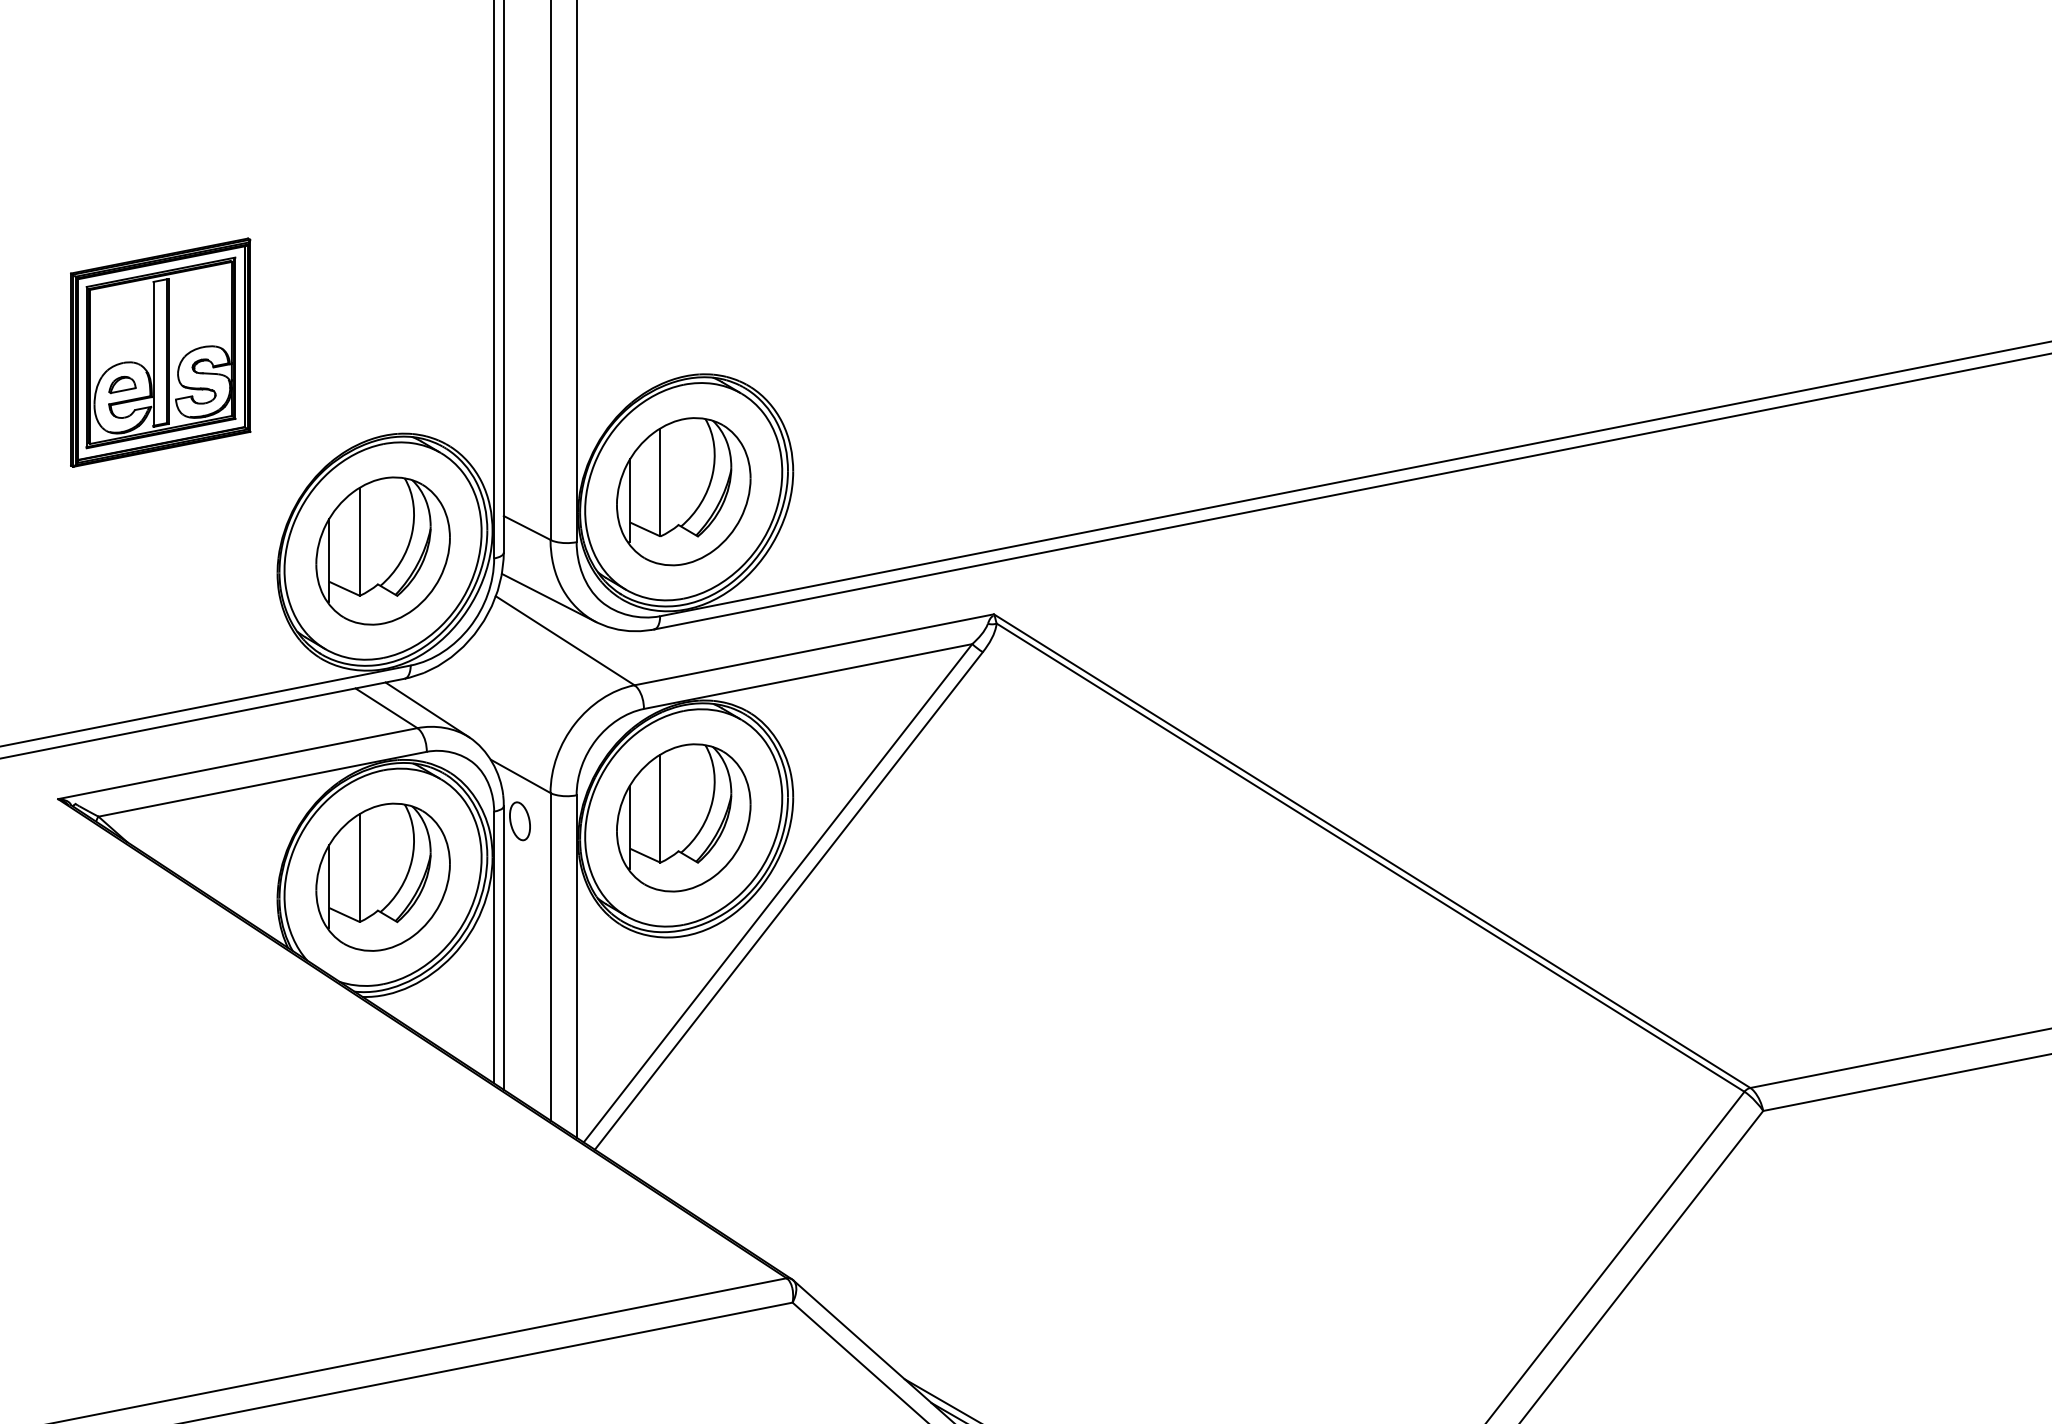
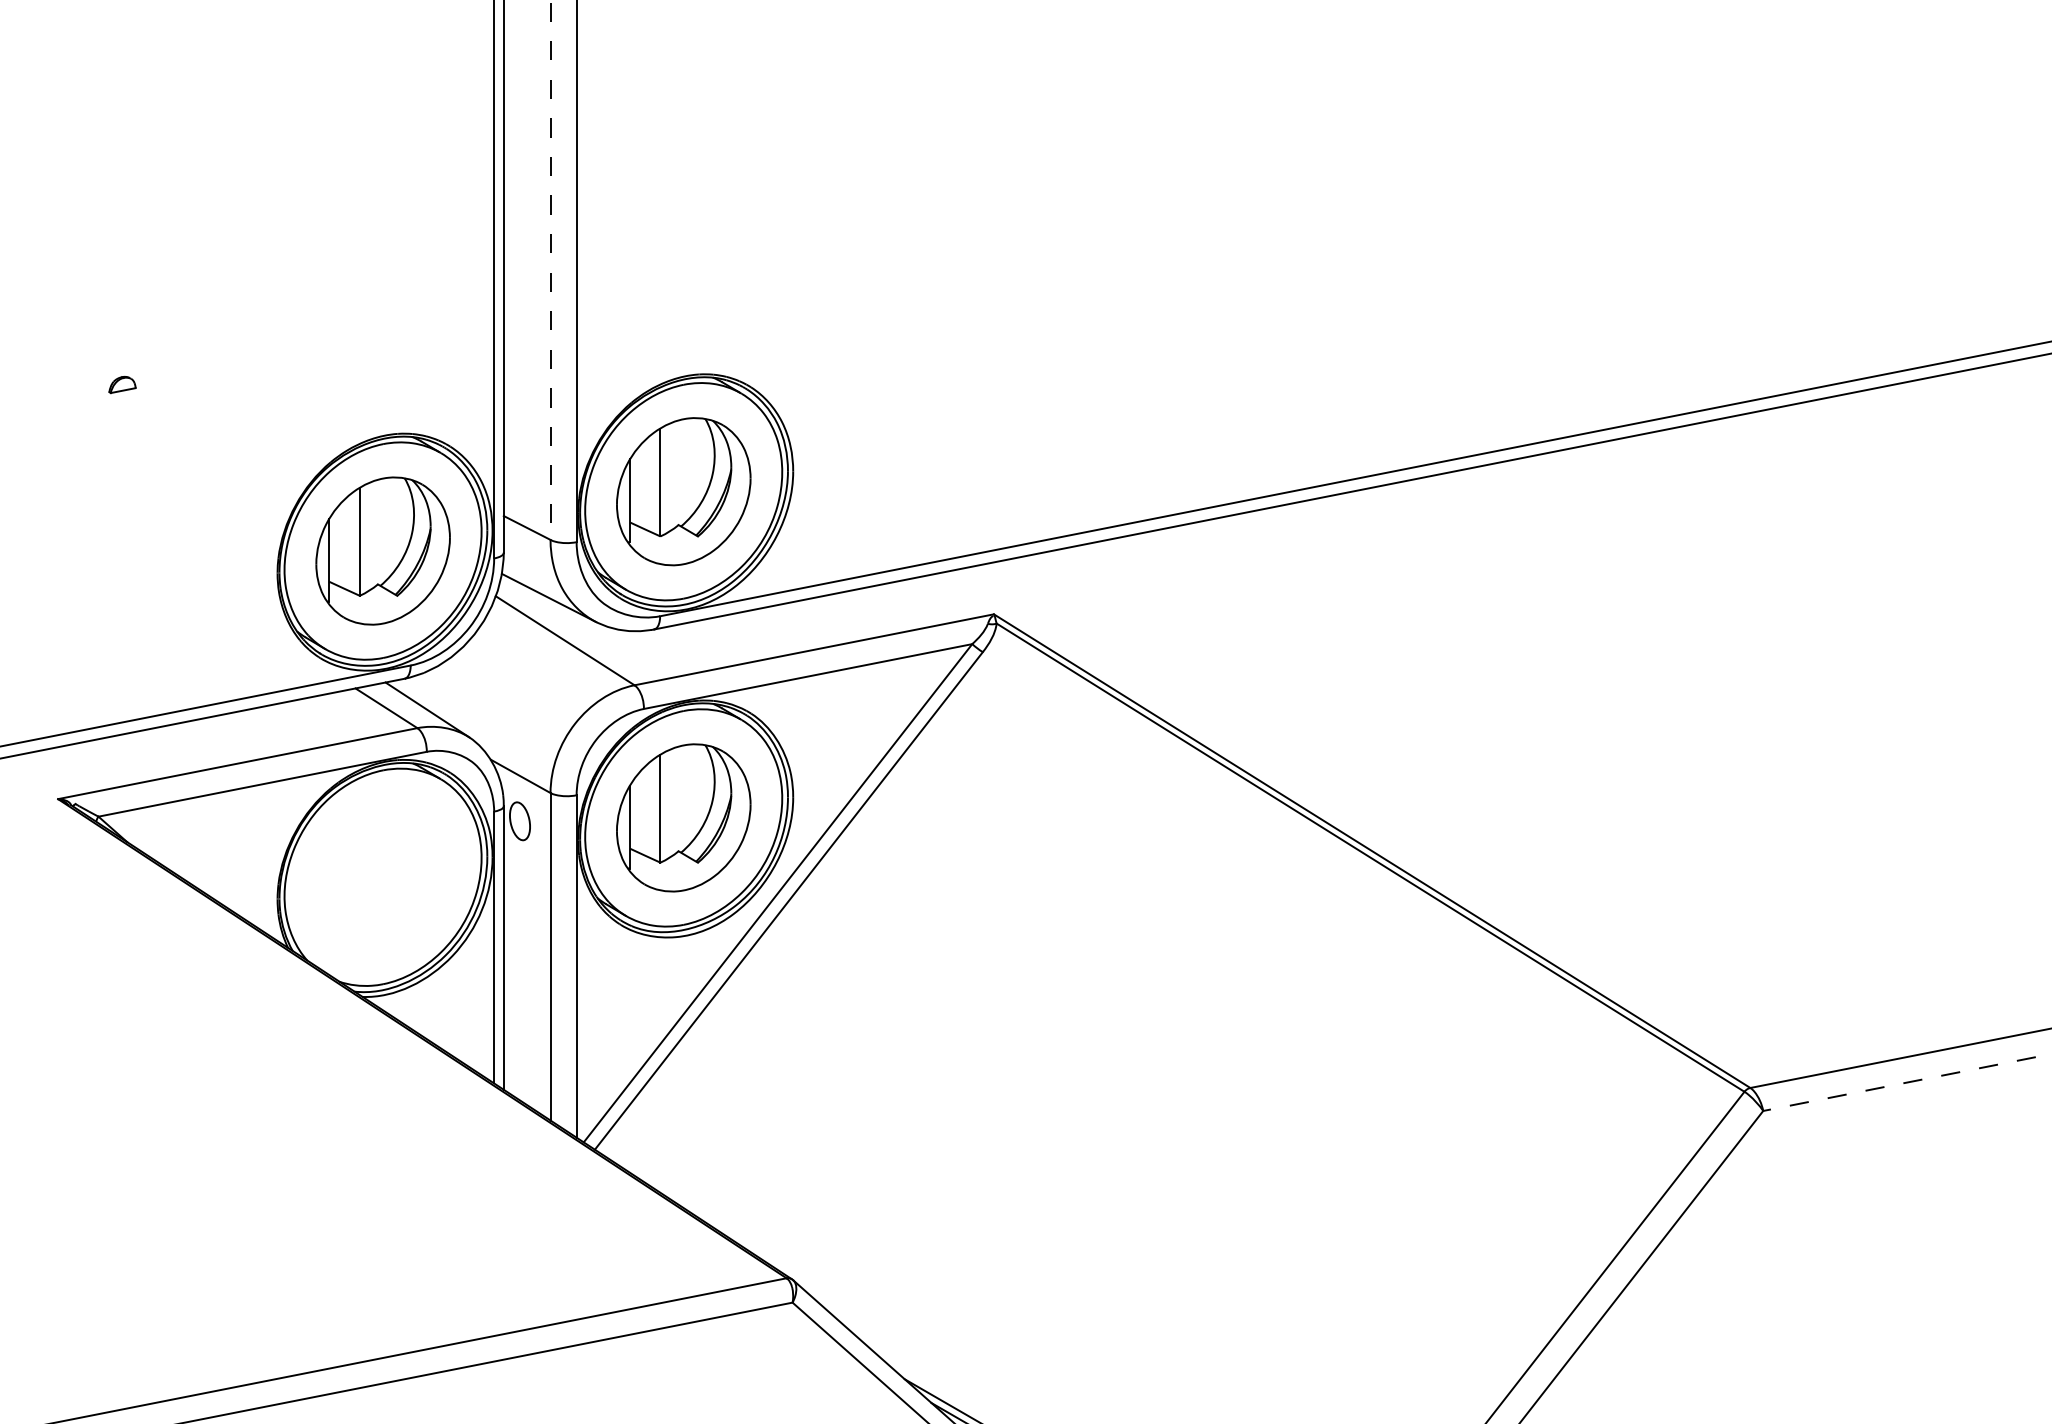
line at (550, 270): solid -> dashed
part at (160, 352): present -> none
part at (382, 876): present -> none
line at (1907, 1082): solid -> dashed
